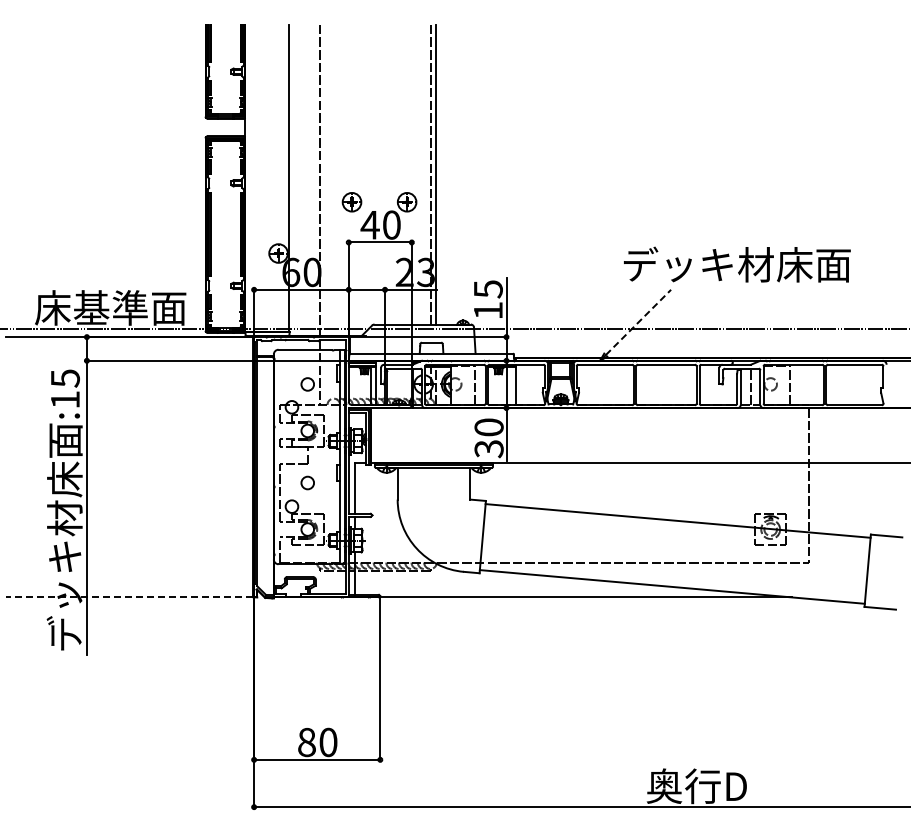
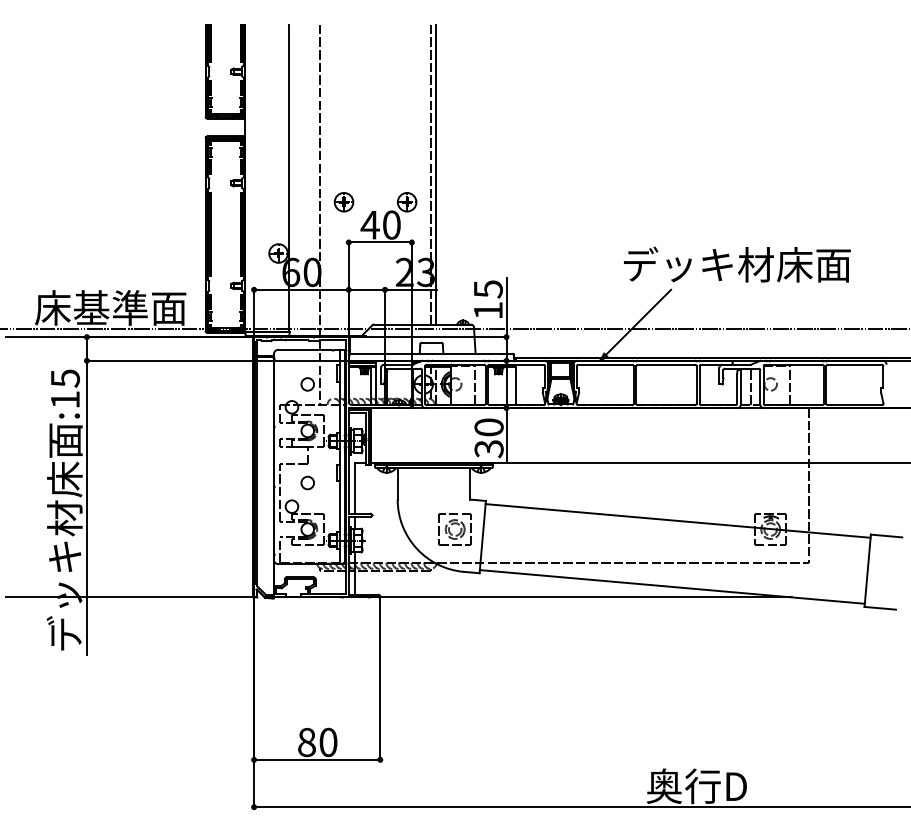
part at (351, 202) position: (351, 202) -> (343, 202)
line at (638, 322): dashed -> solid
part at (454, 529): none -> present
line at (129, 597): dashed -> solid
